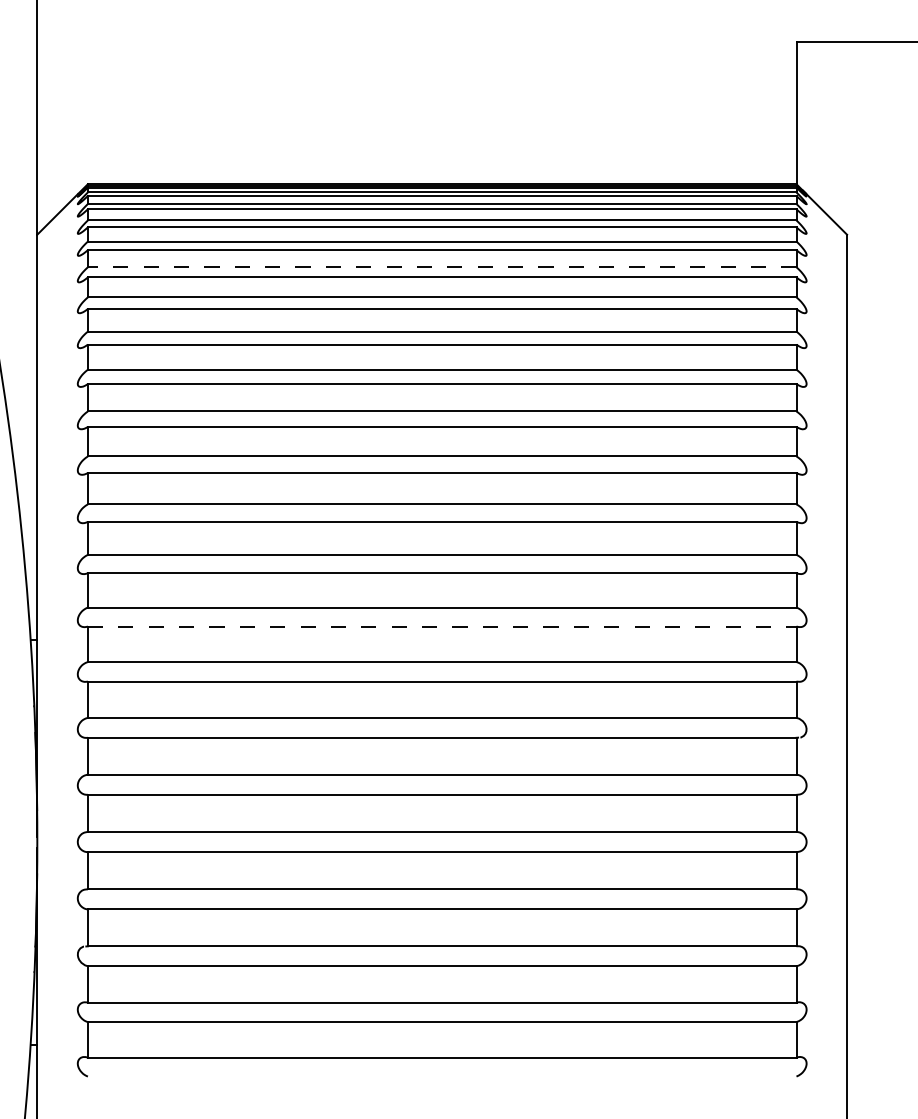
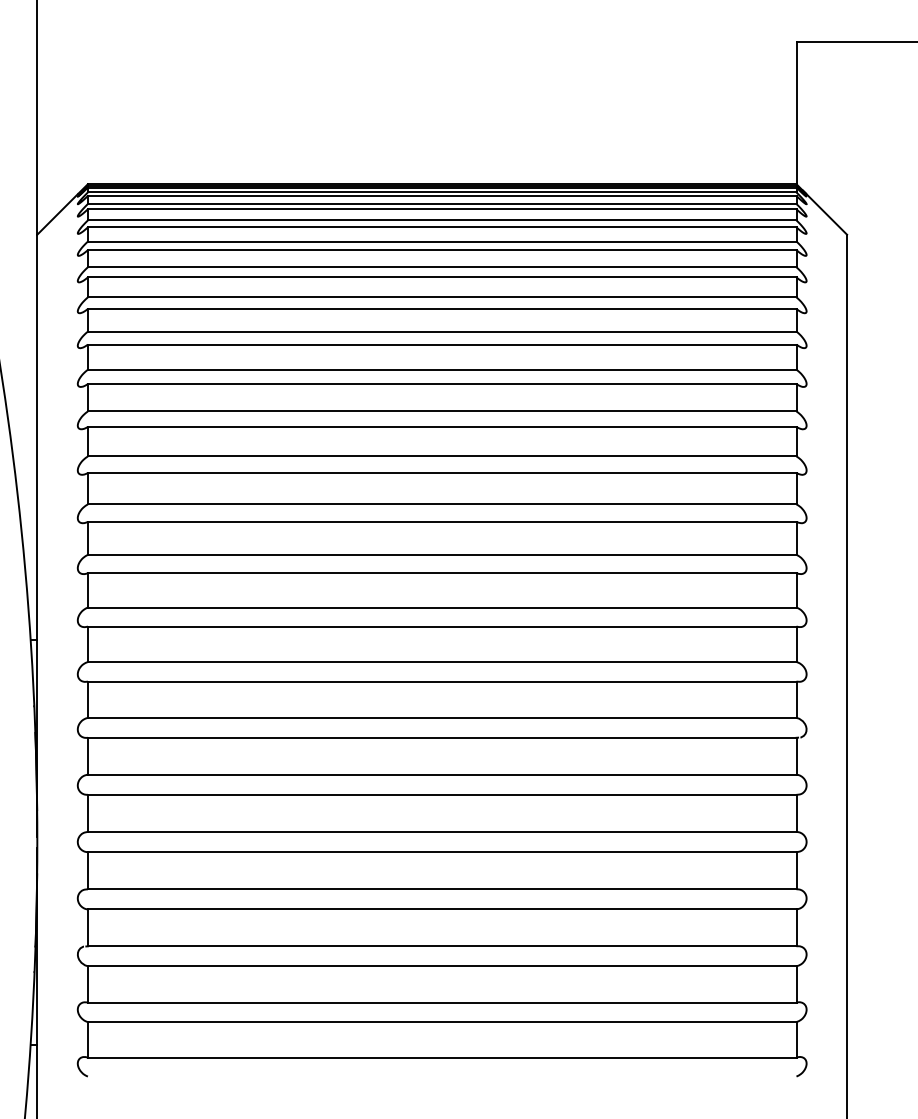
line at (441, 267): dashed -> solid
line at (442, 626): dashed -> solid
